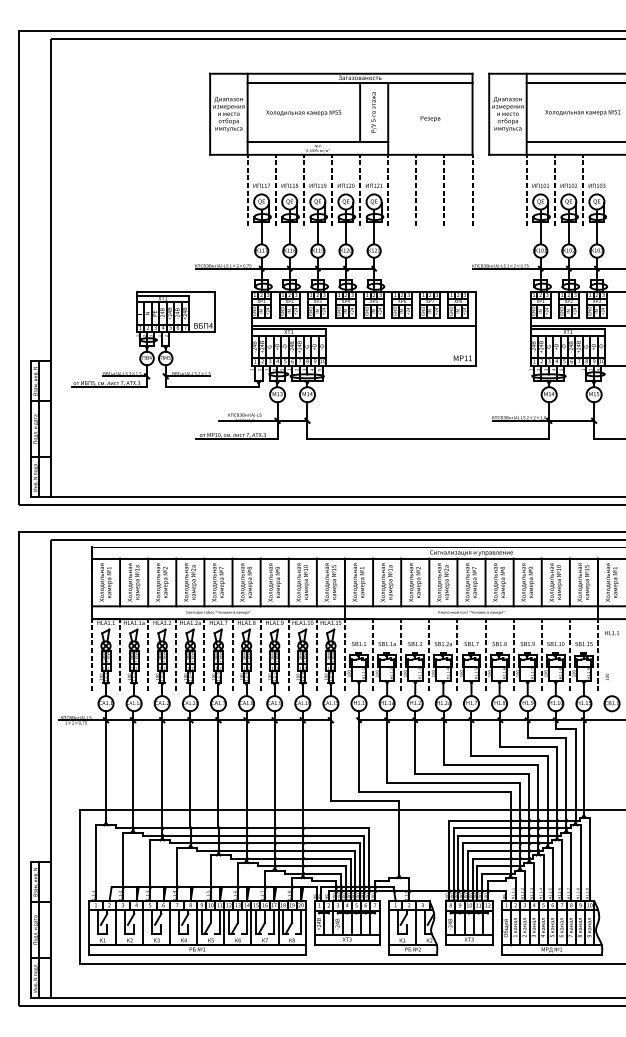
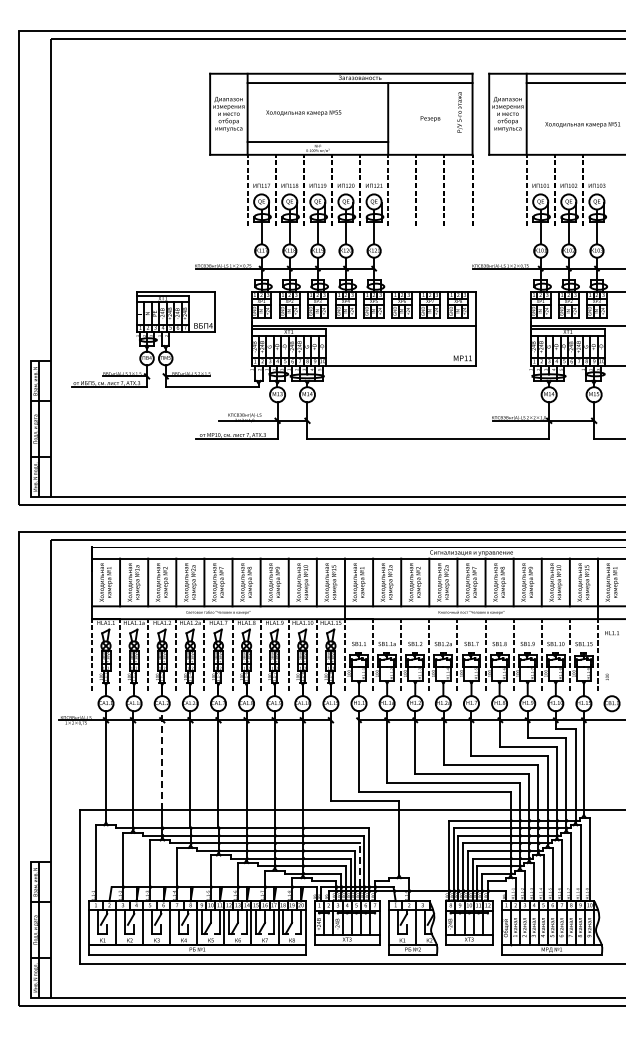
line at (360, 112): present -> none
text at (373, 112) position: (373, 112) -> (459, 112)
text at (582, 112) position: (582, 112) -> (582, 124)
line at (574, 142): present -> none
line at (162, 760): solid -> dashed
line at (359, 864): solid -> dashed
